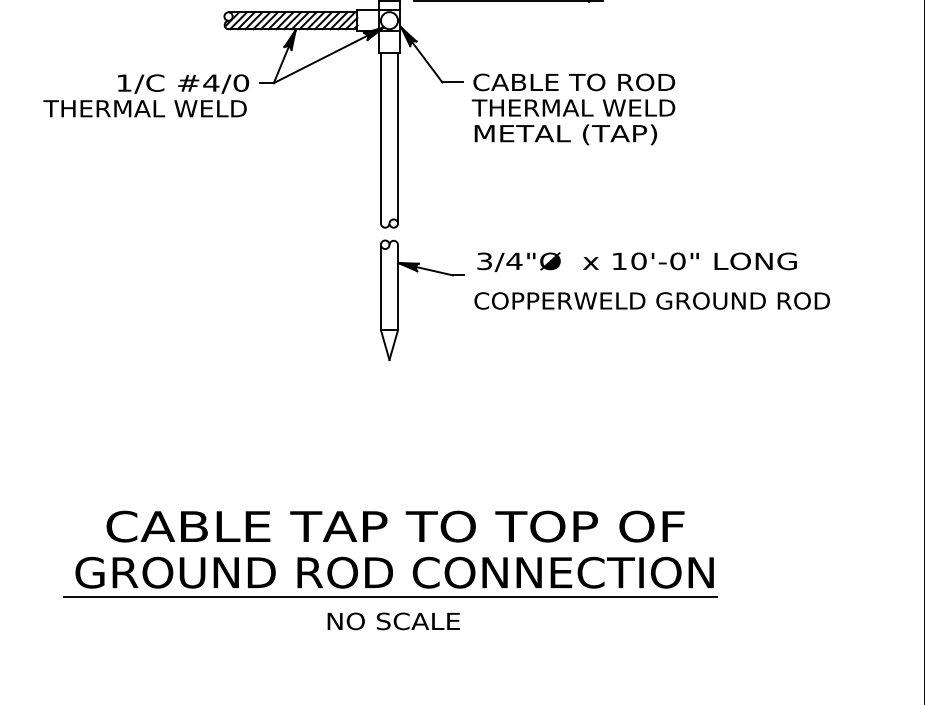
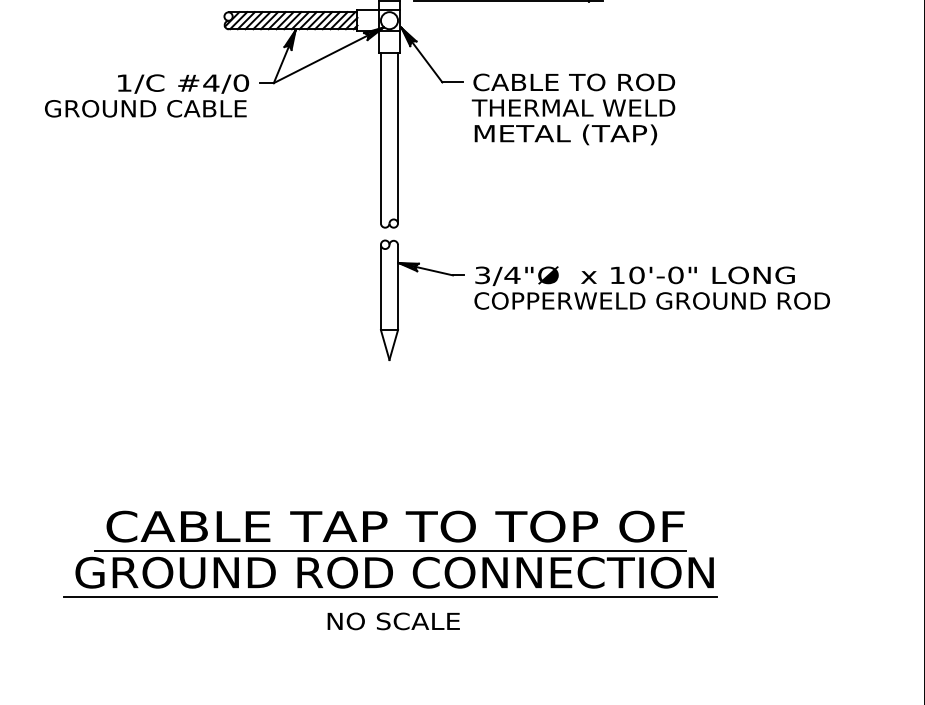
text at (144, 108): THERMAL WELD -> GROUND CABLE
text at (636, 261) position: (636, 261) -> (634, 275)
line at (390, 550): none -> present
